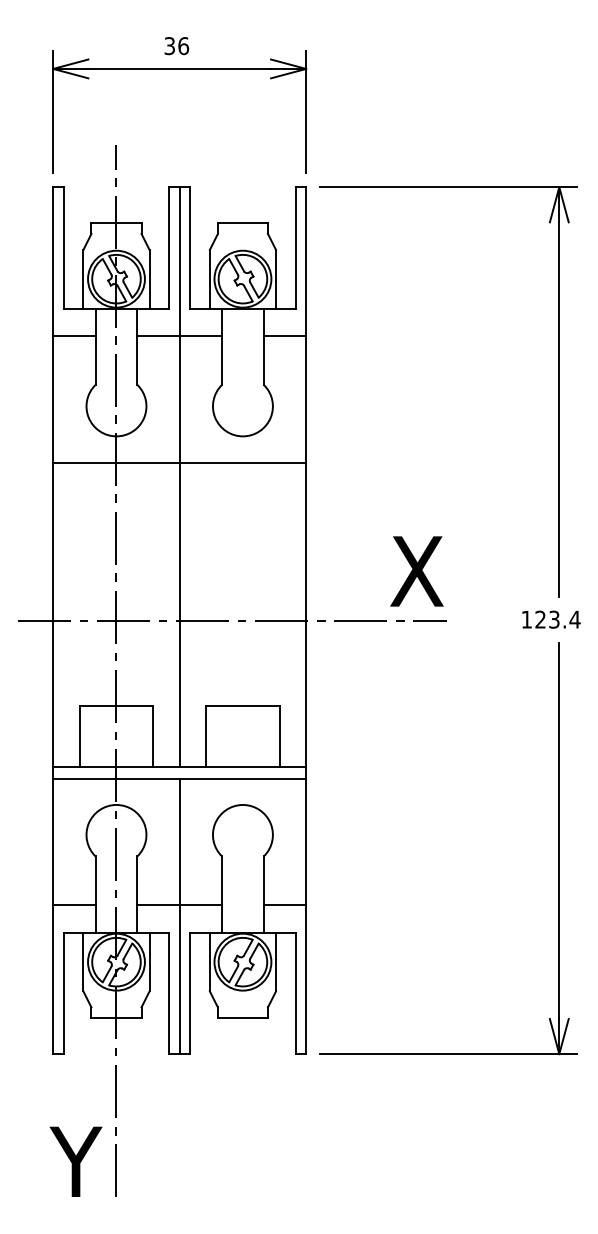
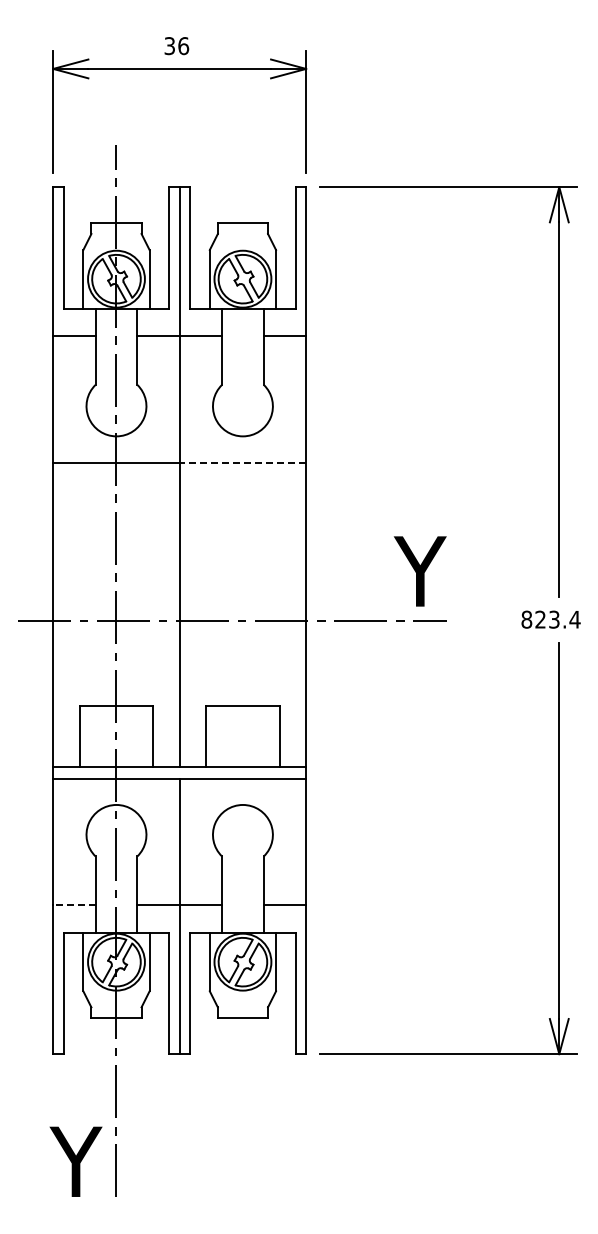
line at (242, 462): solid -> dashed
text at (418, 571): X -> Y
text at (526, 619): 123.4 -> 823.4
line at (73, 905): solid -> dashed
